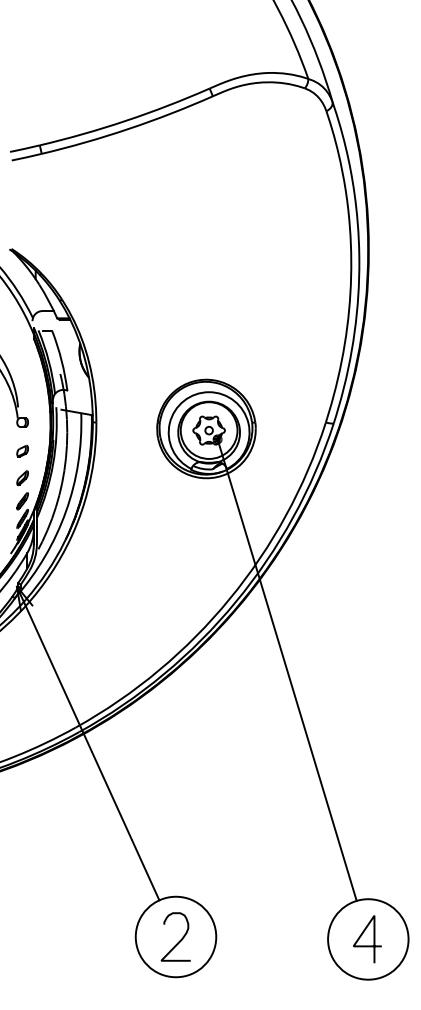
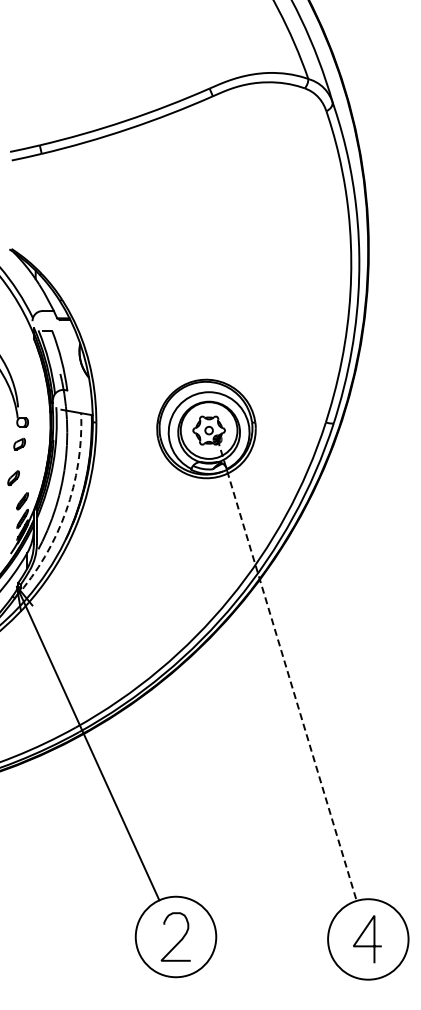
part at (22, 450) position: (22, 450) -> (19, 443)
part at (22, 478) position: (22, 478) -> (13, 478)
arc at (66, 511): solid -> dashed
line at (287, 670): solid -> dashed
